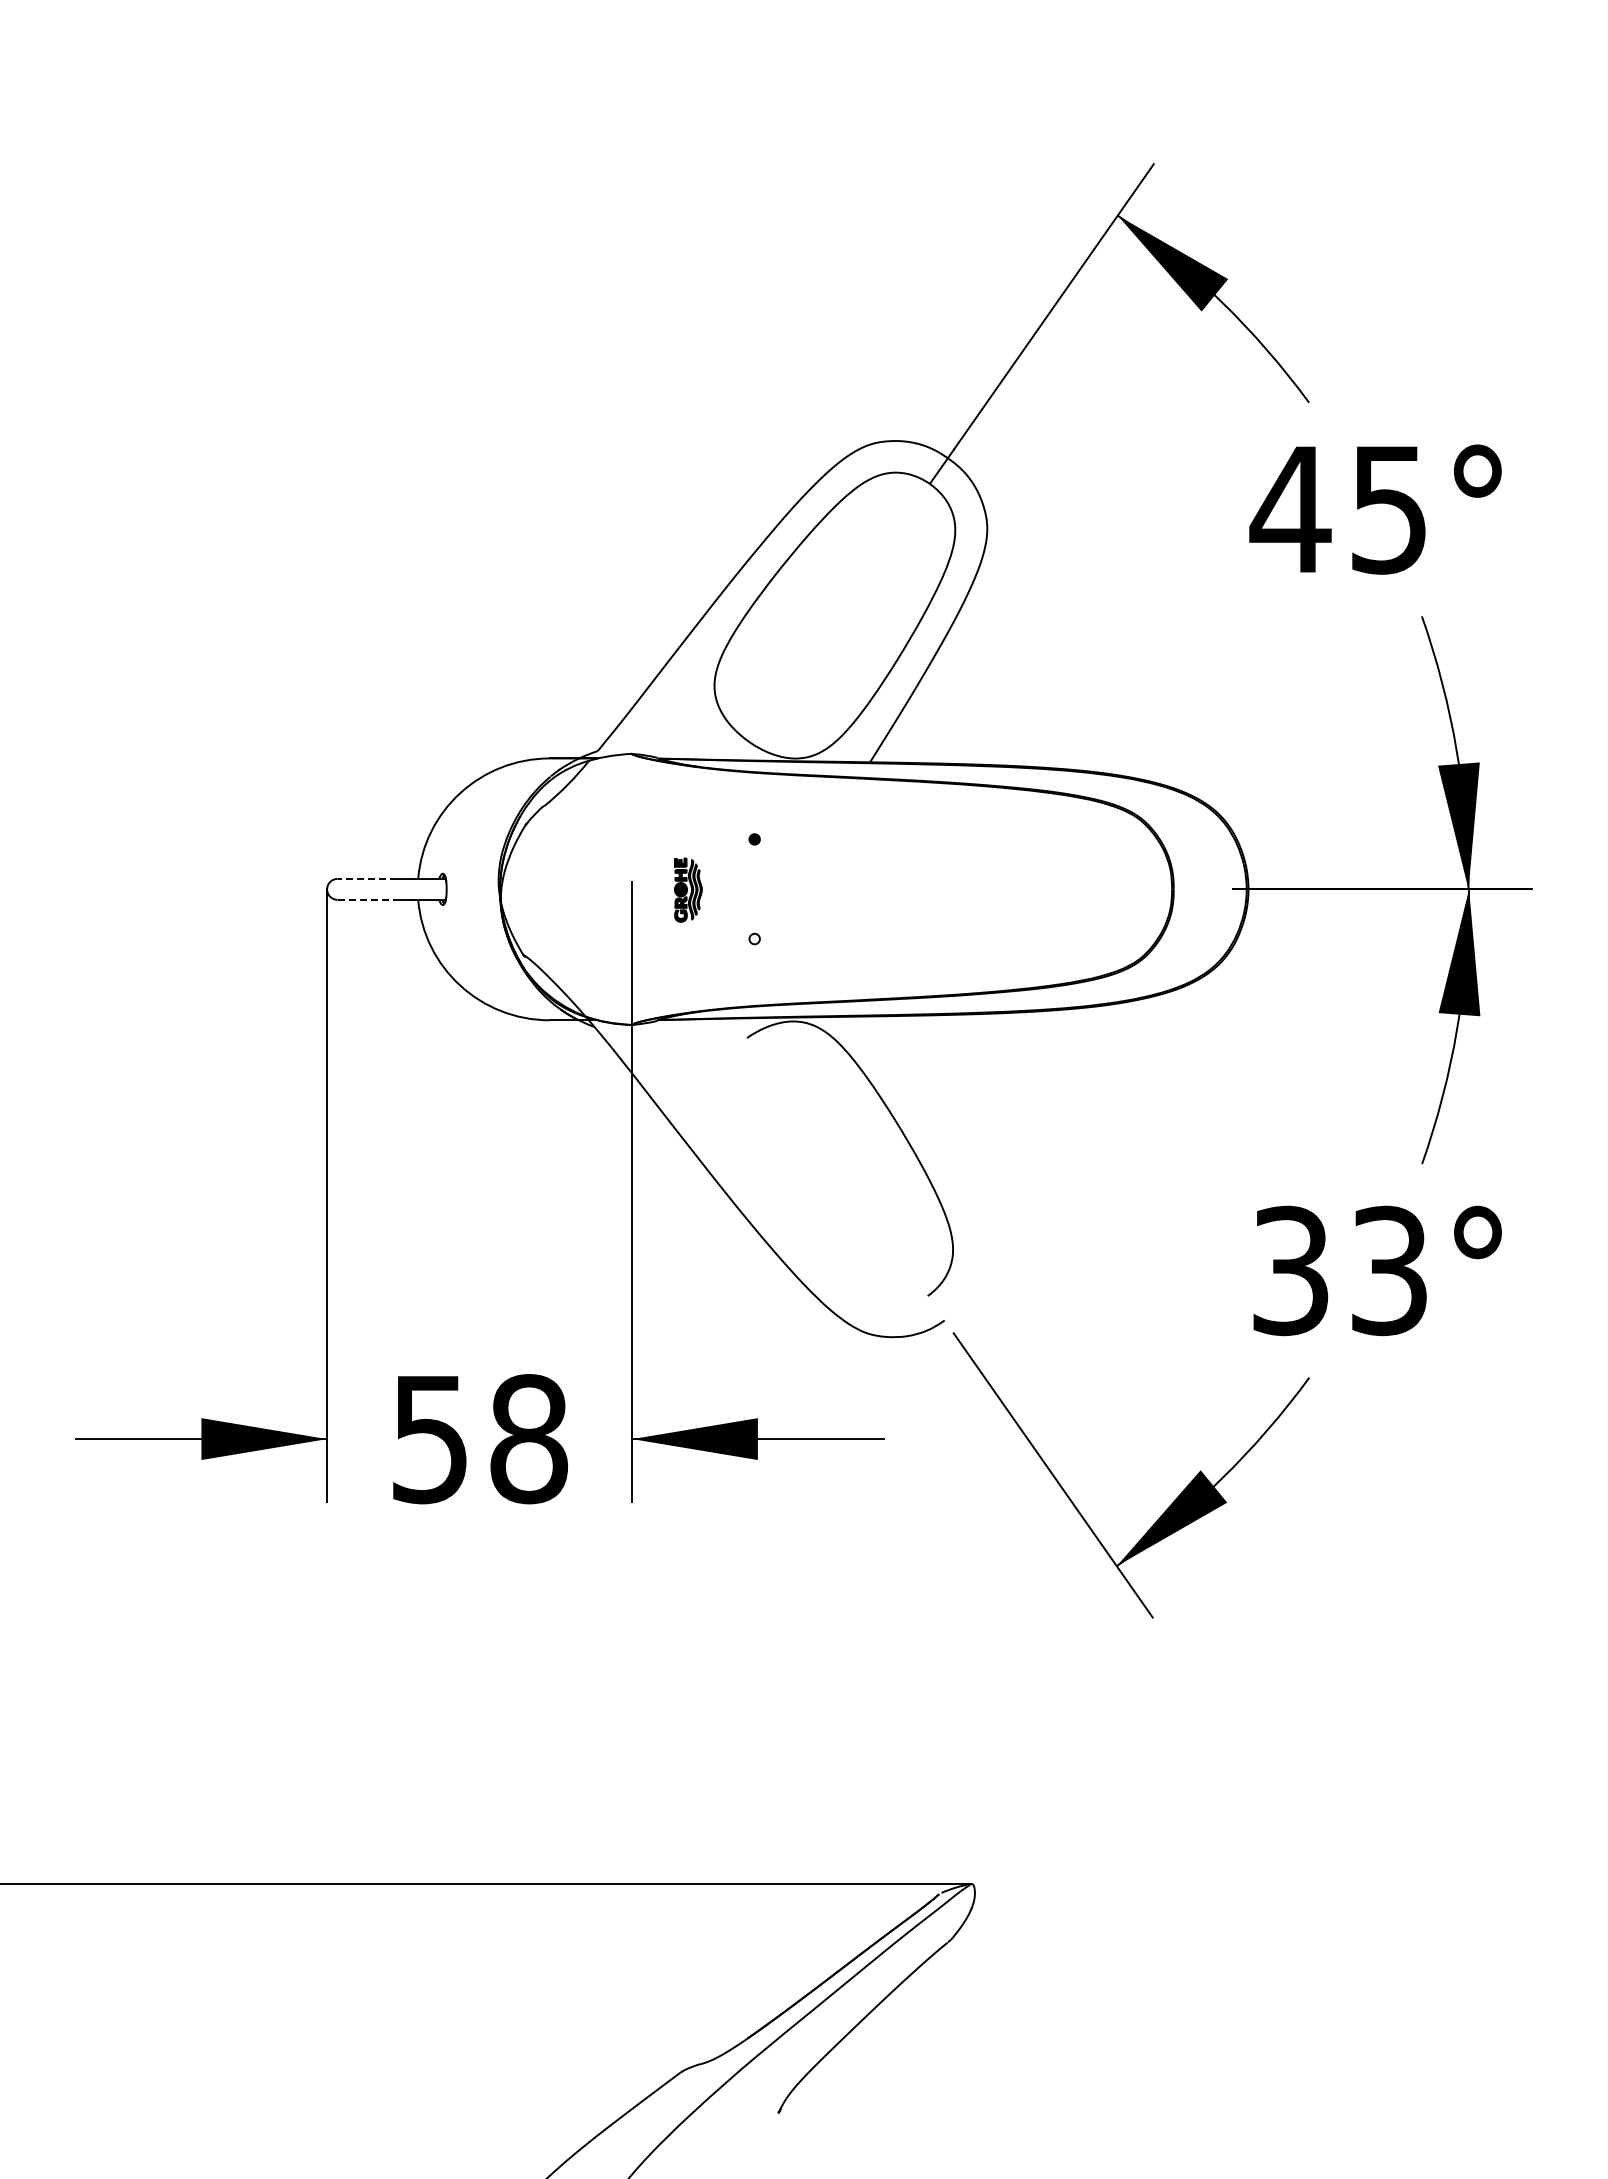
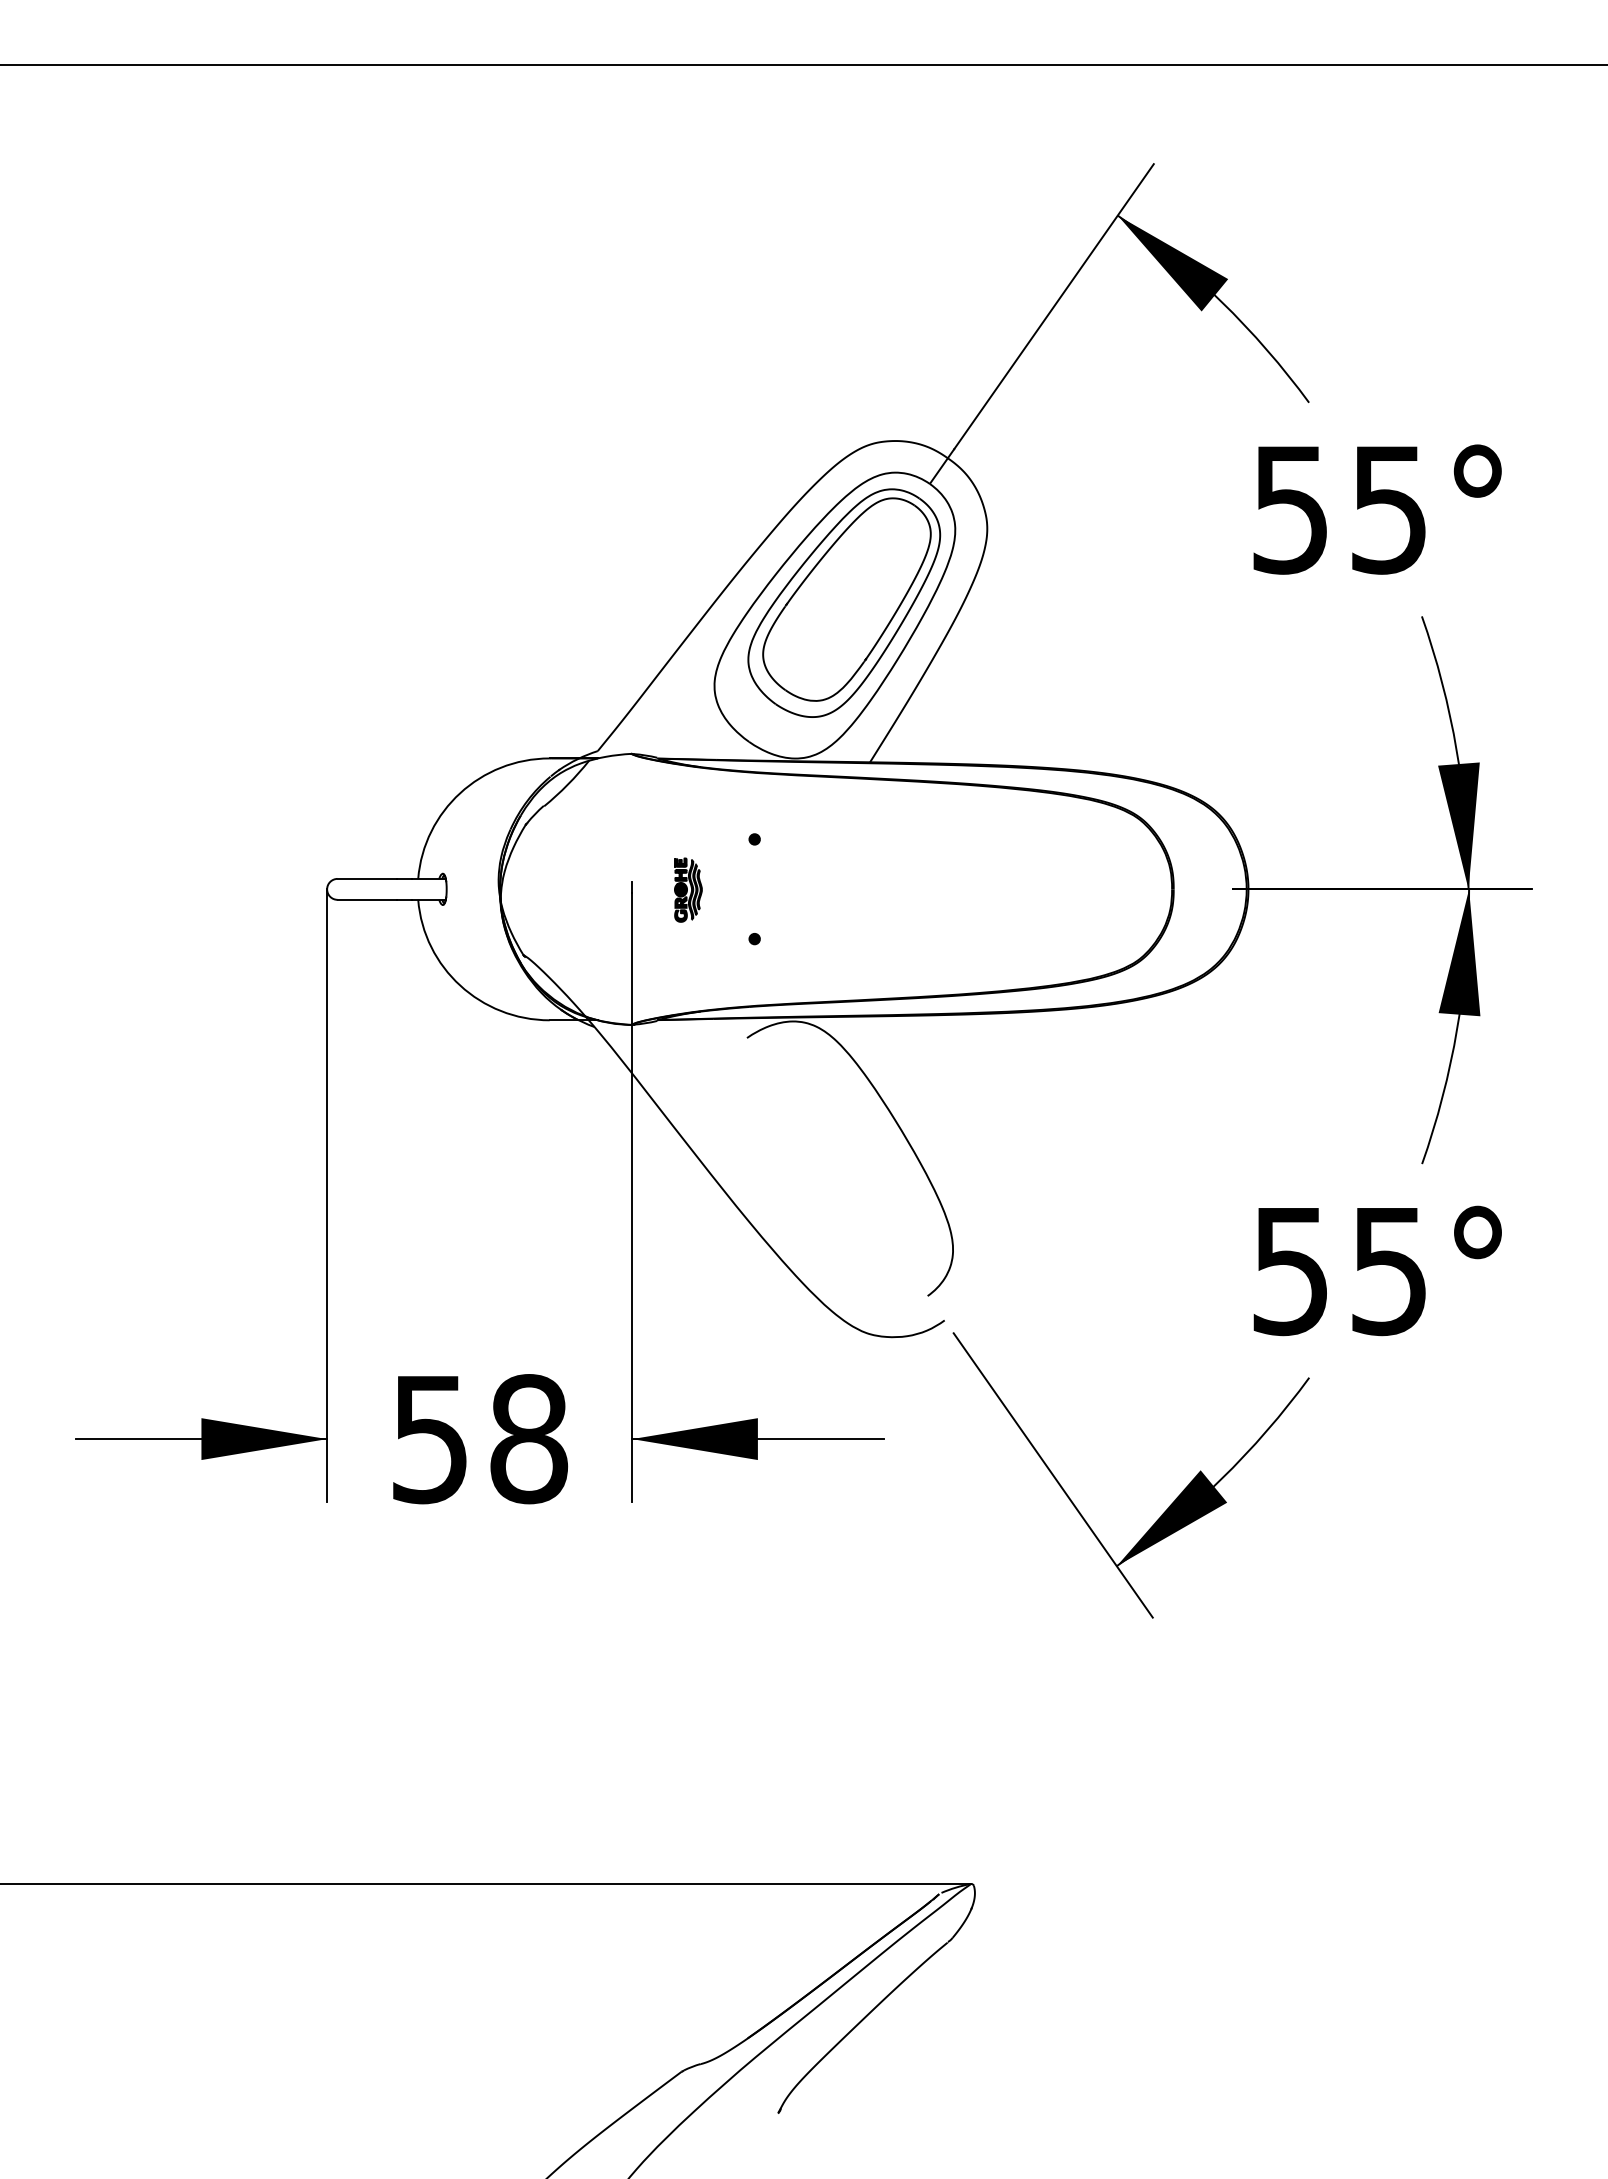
line at (803, 65): none -> present
text at (1290, 510): 45° -> 55°
part at (844, 602): none -> present
line at (367, 878): dashed -> solid
line at (367, 899): dashed -> solid
fill at (754, 938): none -> present
text at (1339, 1270): 33° -> 55°
